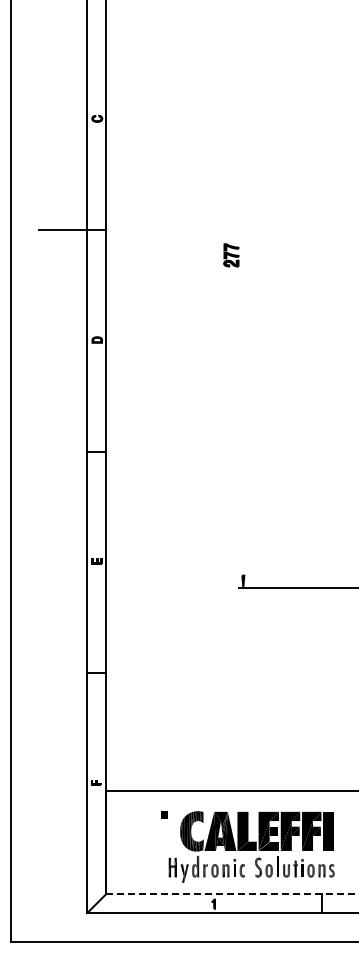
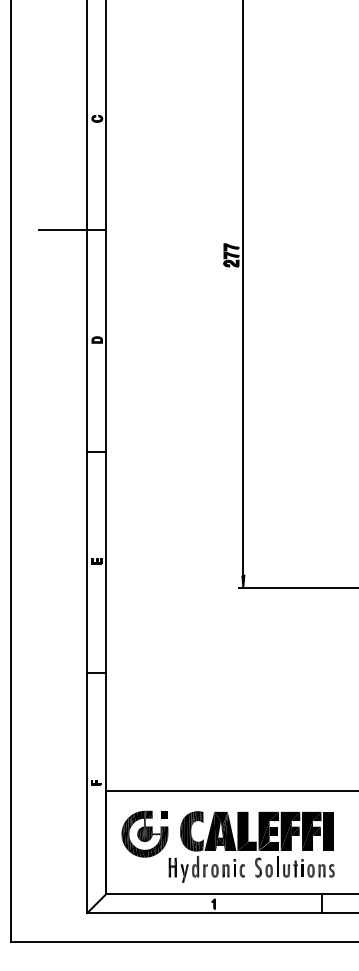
line at (243, 288): none -> present
part at (144, 833): none -> present
line at (232, 893): dashed -> solid
